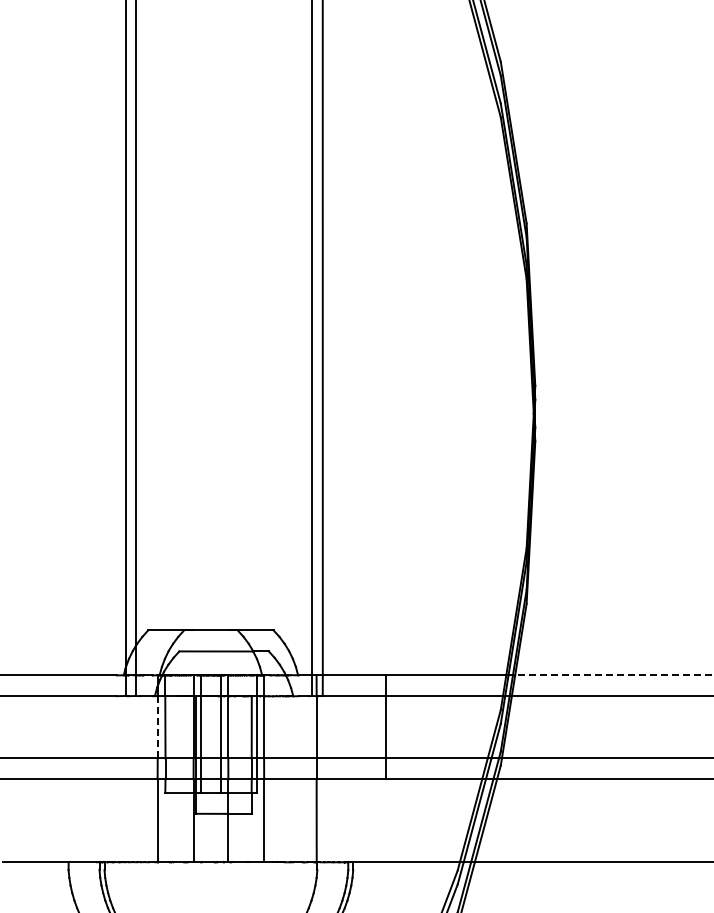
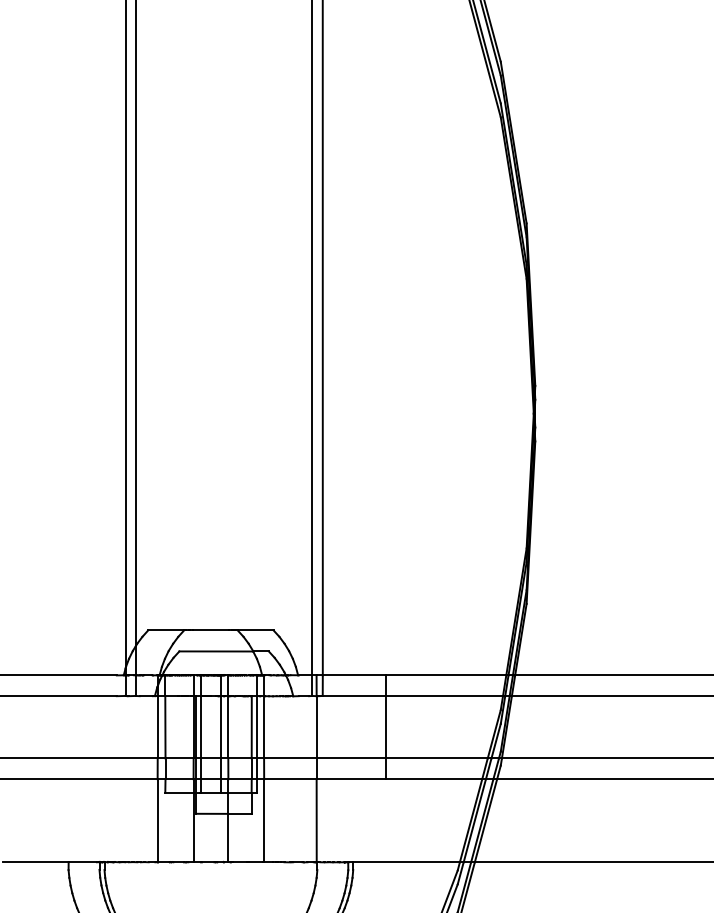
line at (614, 675): dashed -> solid
line at (157, 727): dashed -> solid
